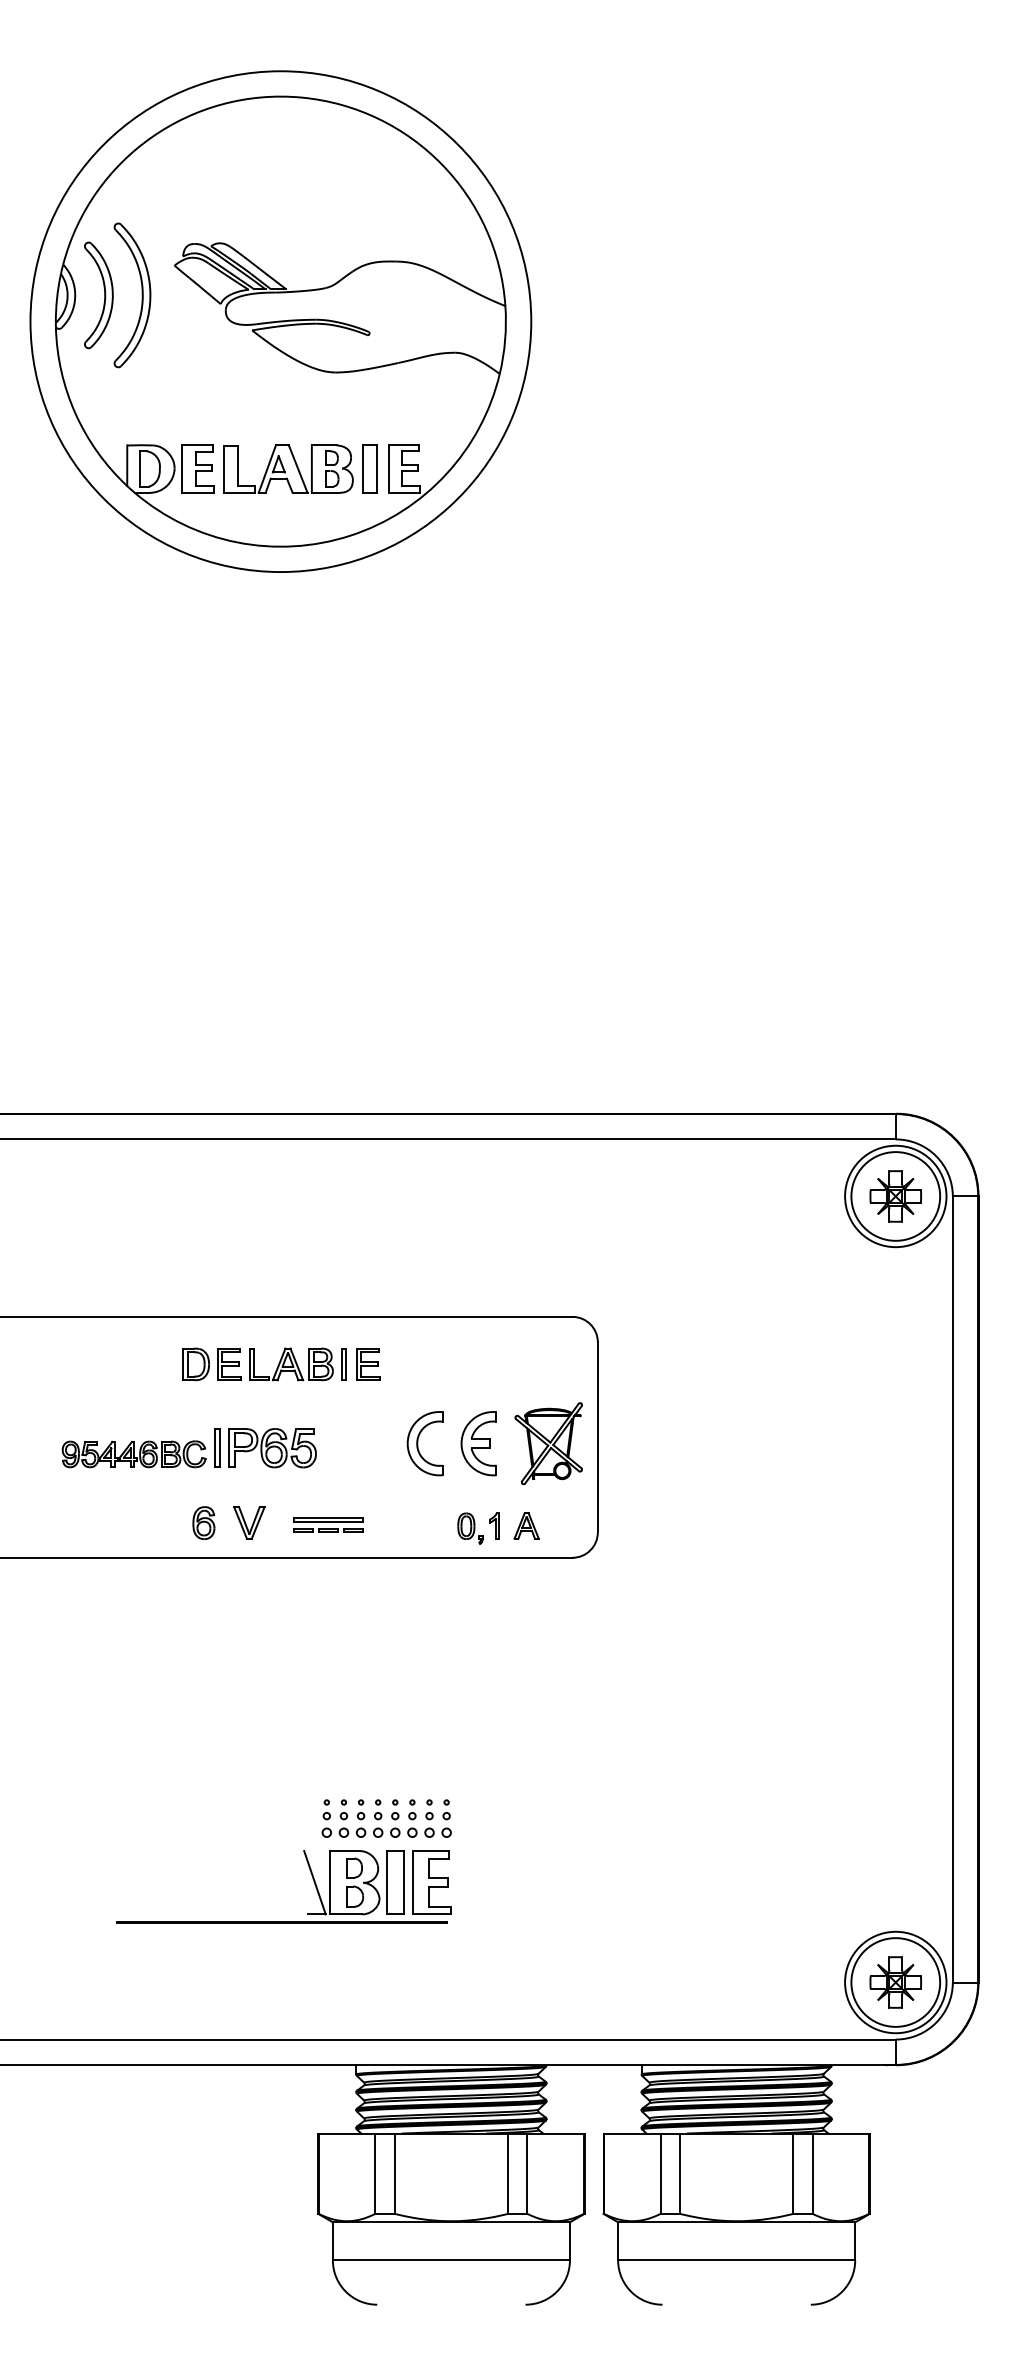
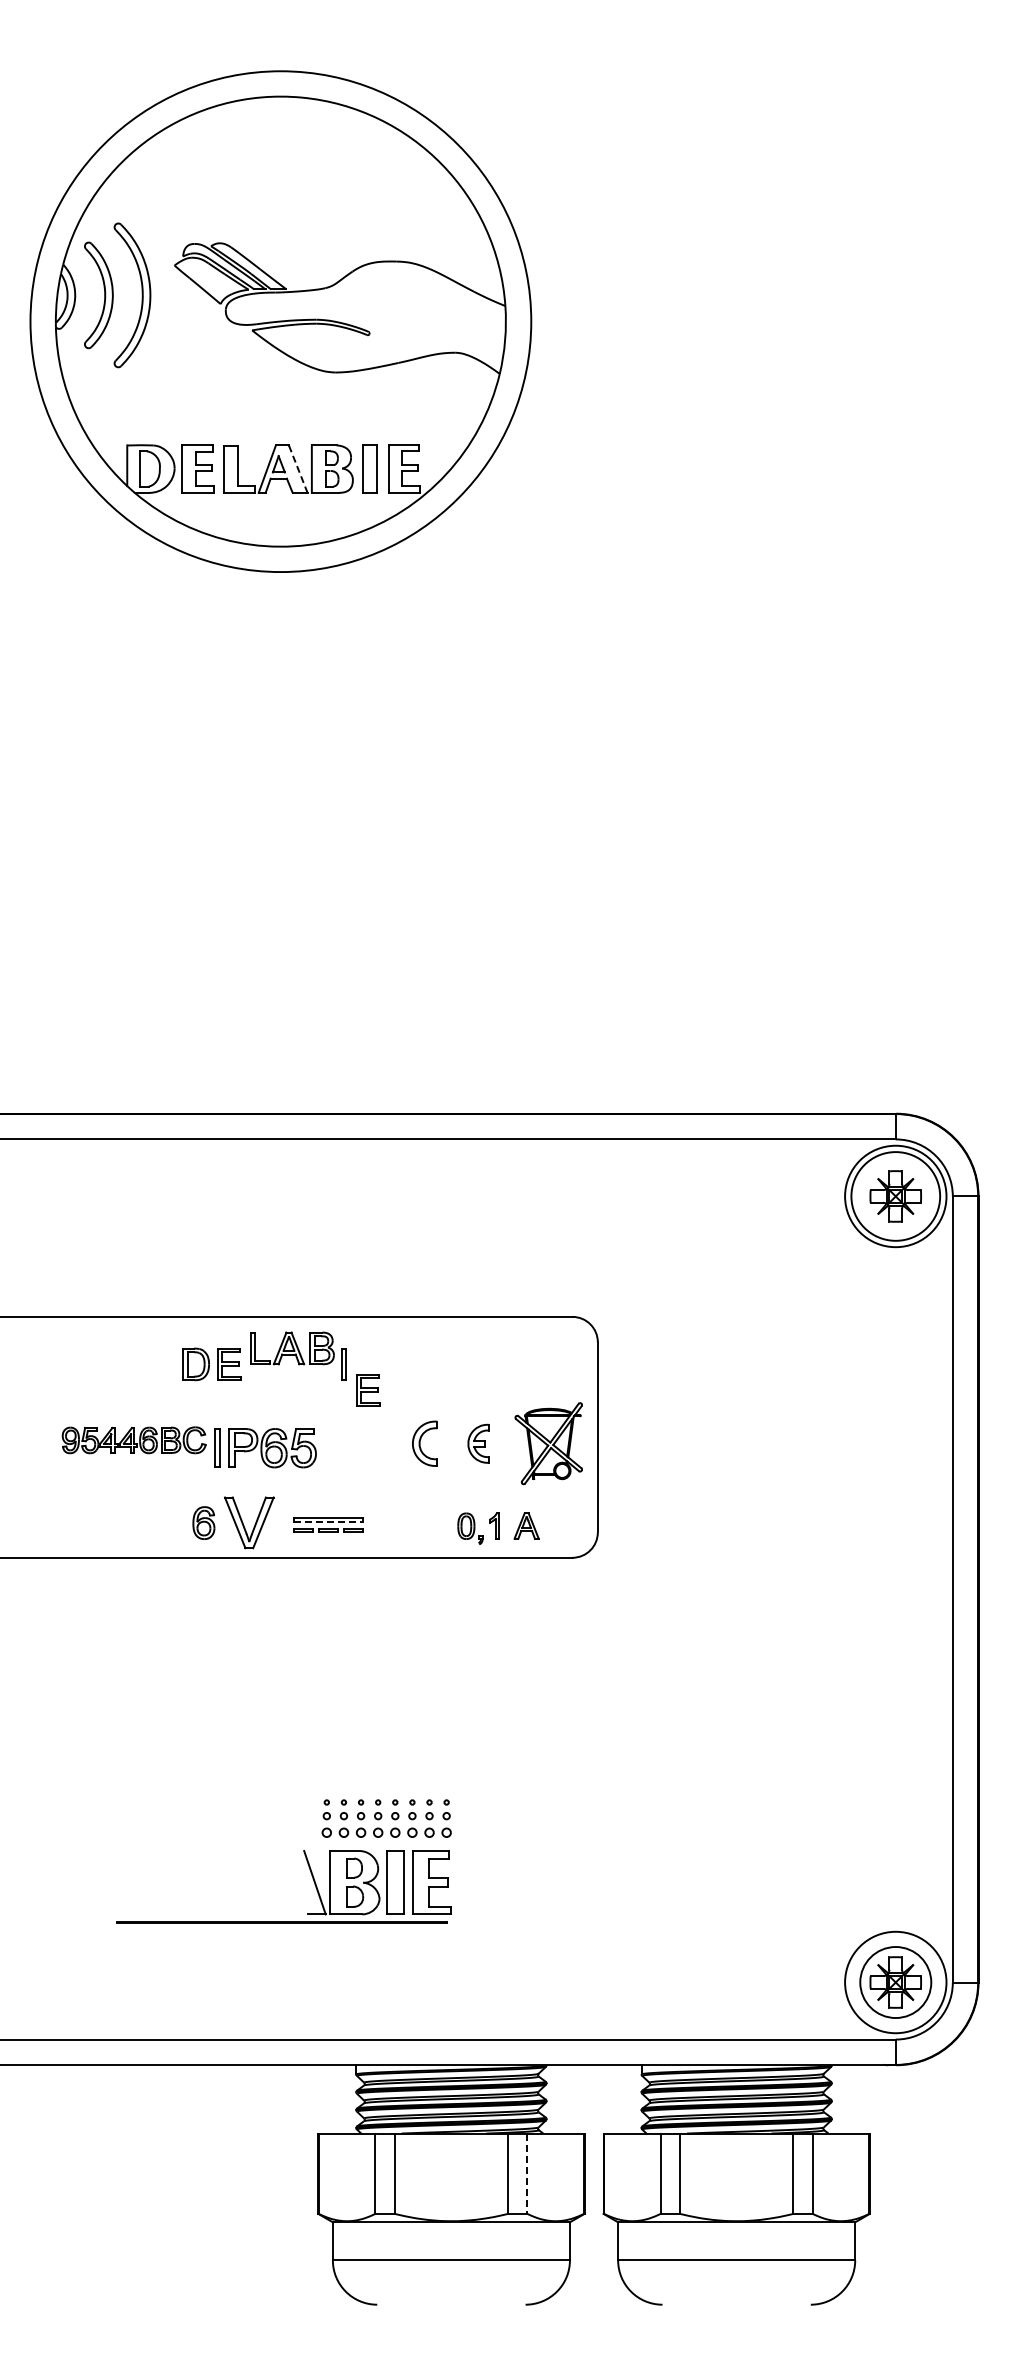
line at (298, 469): solid -> dashed
part at (291, 1364) position: (291, 1364) -> (292, 1348)
part at (368, 1364) position: (368, 1364) -> (368, 1390)
part at (424, 1443) size: 38x66 px -> 26x47 px
part at (478, 1443) size: 37x66 px -> 23x41 px
part at (133, 1454) position: (133, 1454) -> (133, 1440)
part at (249, 1522) size: 33x34 px -> 51x54 px
line at (328, 1522): solid -> dashed
circle at (895, 1982) diameter: 89 px -> 71 px
line at (527, 2174): solid -> dashed
